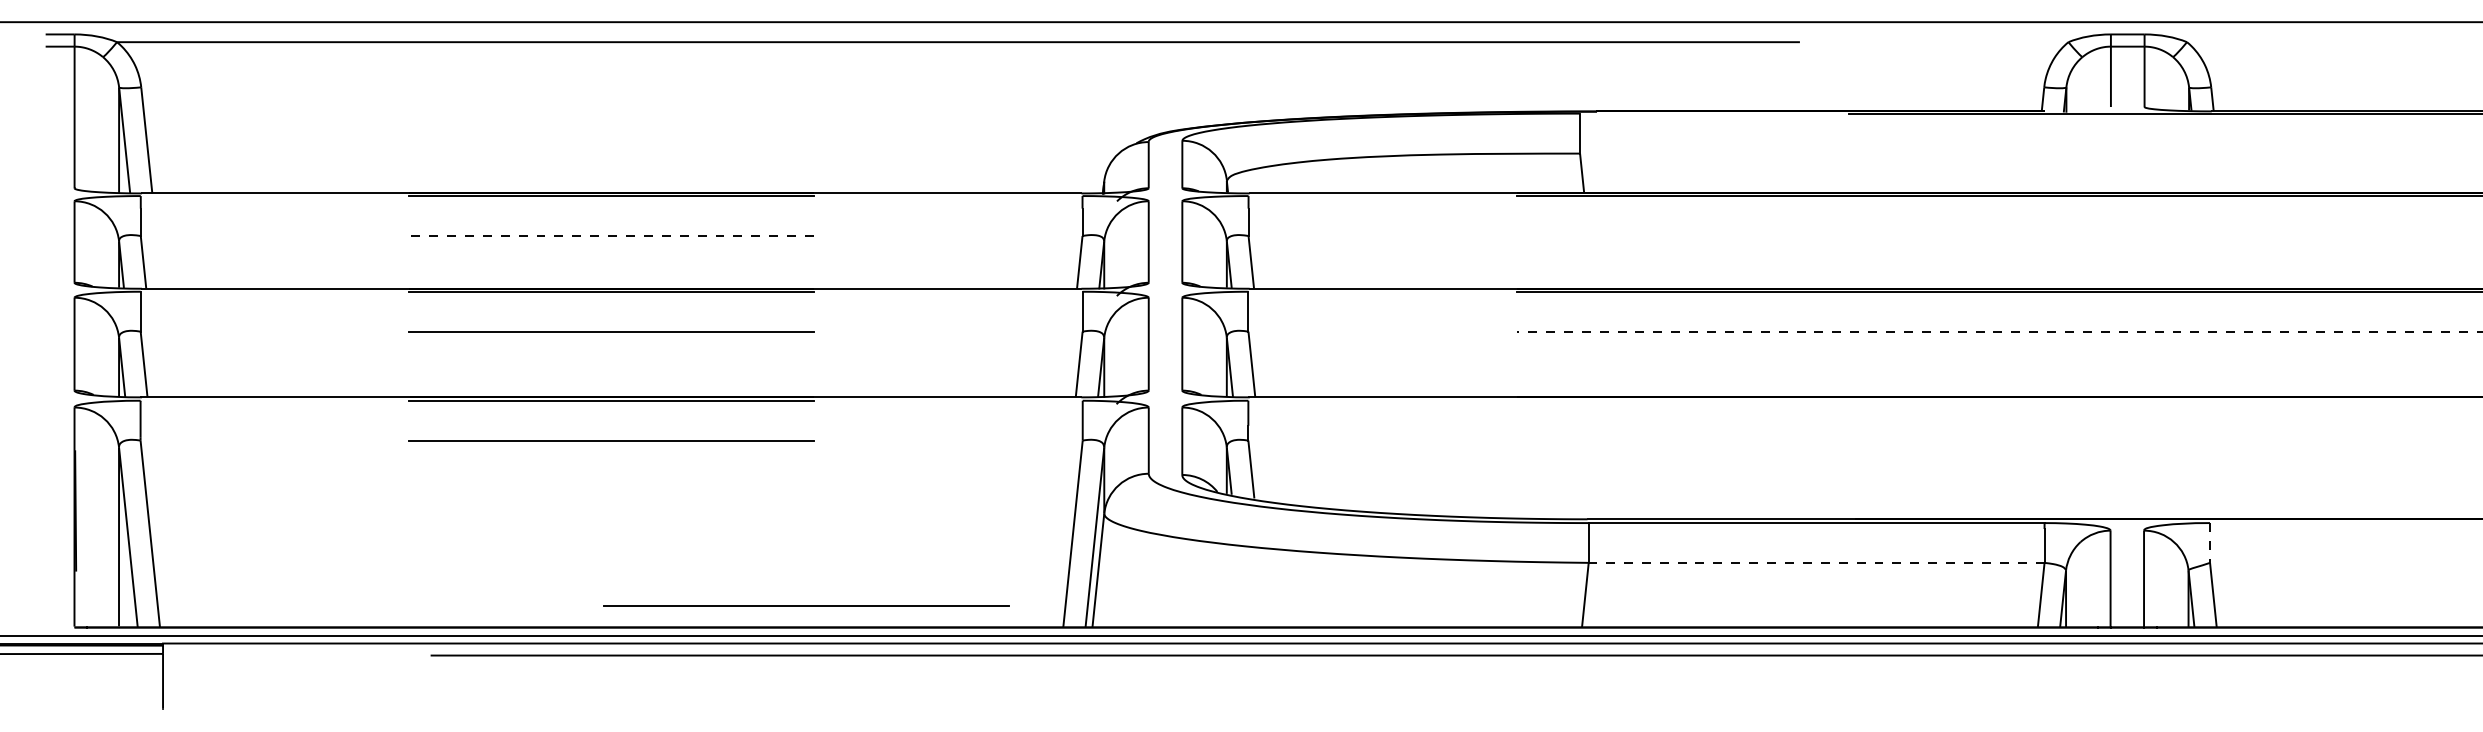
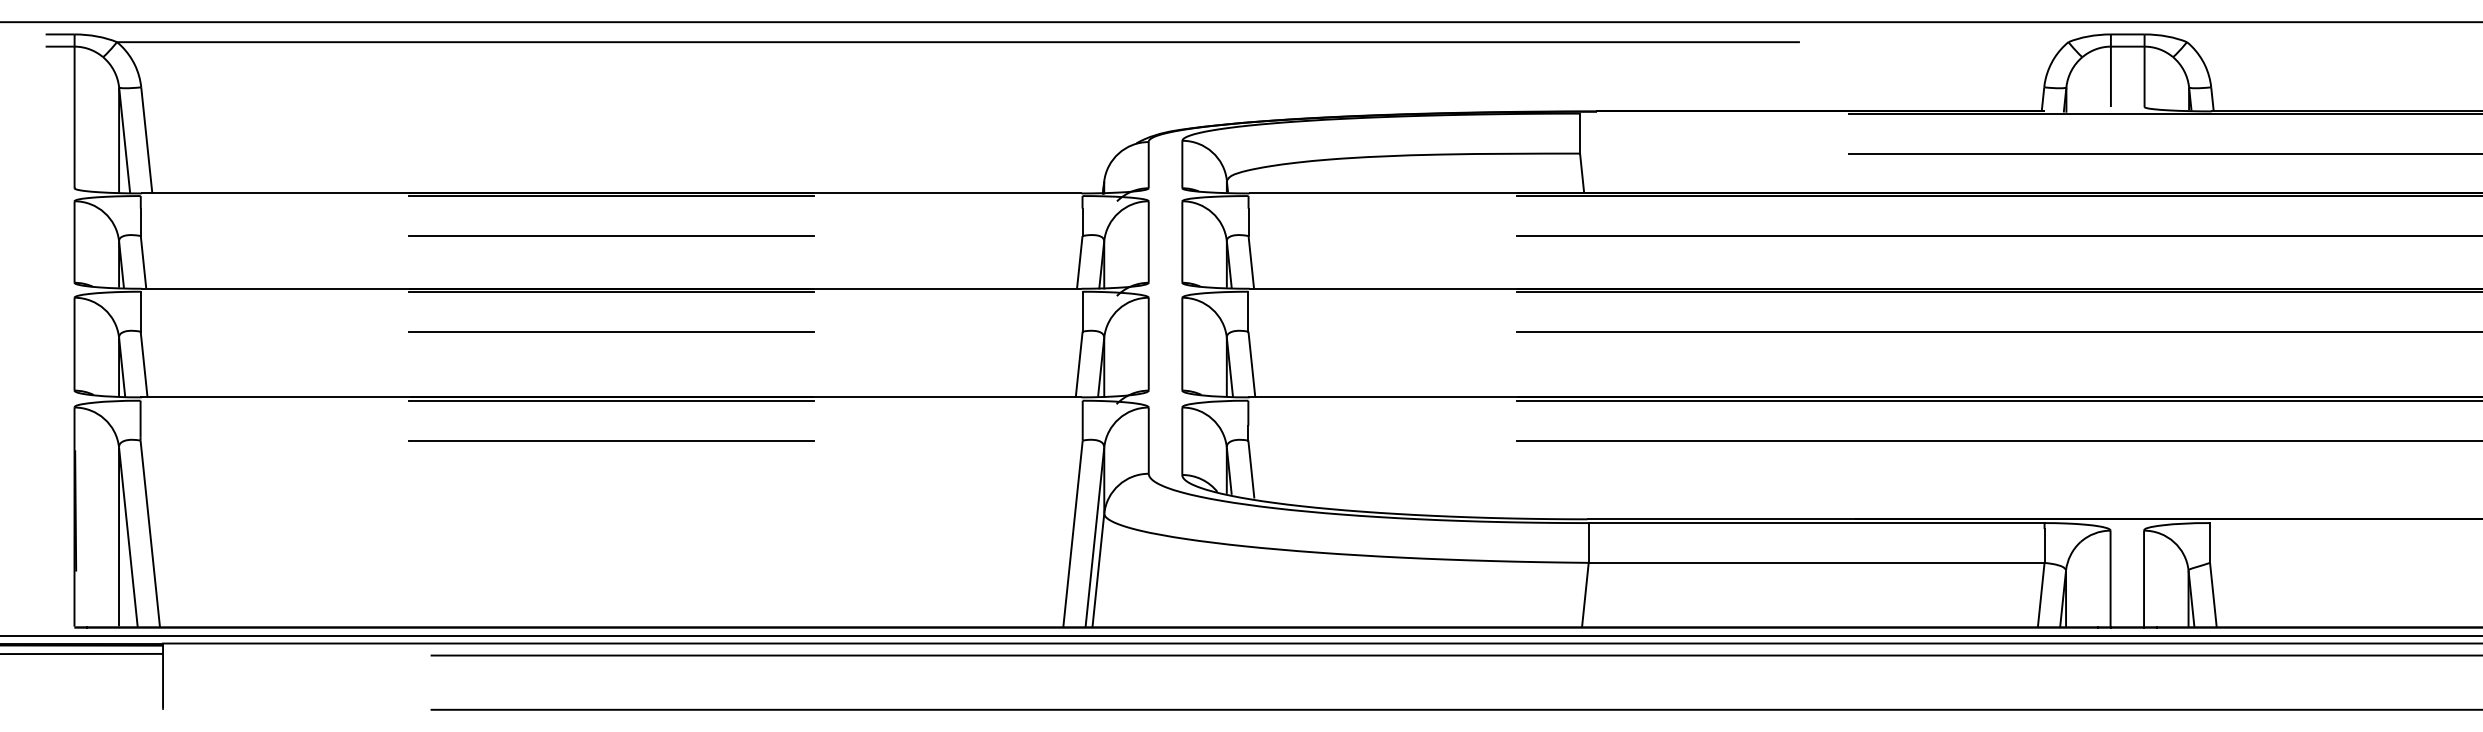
line at (2163, 153): none -> present
line at (611, 236): dashed -> solid
line at (1998, 236): none -> present
line at (1999, 331): dashed -> solid
line at (1997, 400): none -> present
line at (1997, 440): none -> present
line at (2210, 543): dashed -> solid
line at (1816, 562): dashed -> solid
line at (806, 605): present -> none
line at (1455, 709): none -> present
